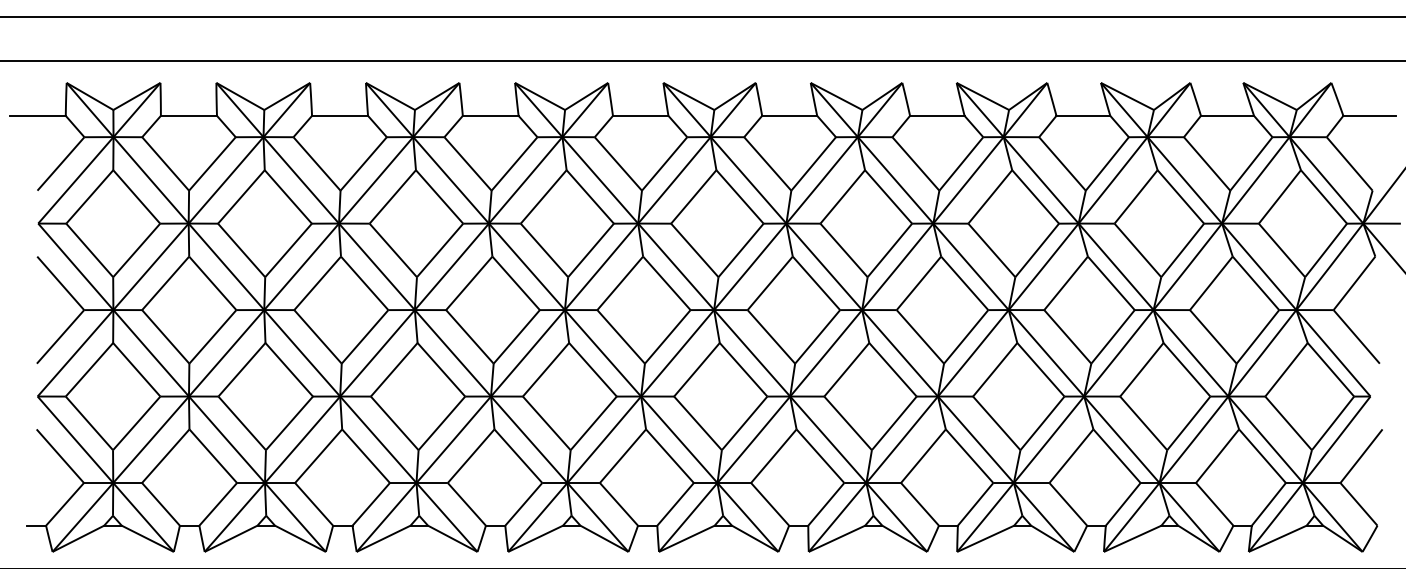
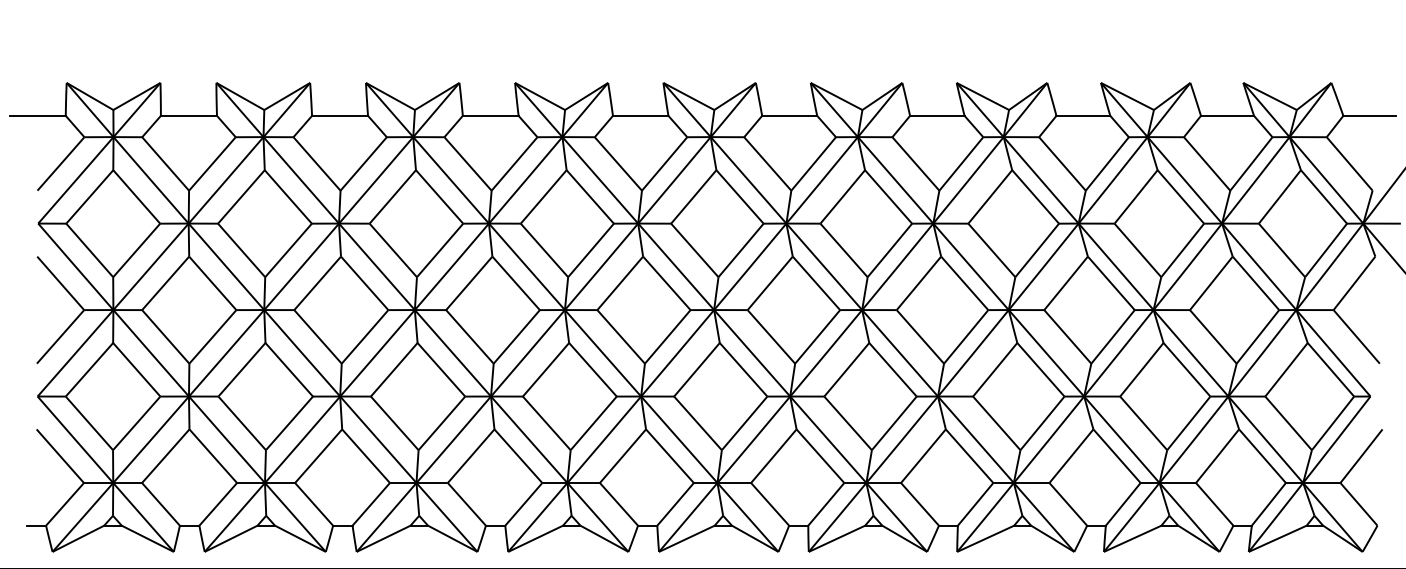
line at (702, 17): present -> none
line at (702, 60): present -> none
